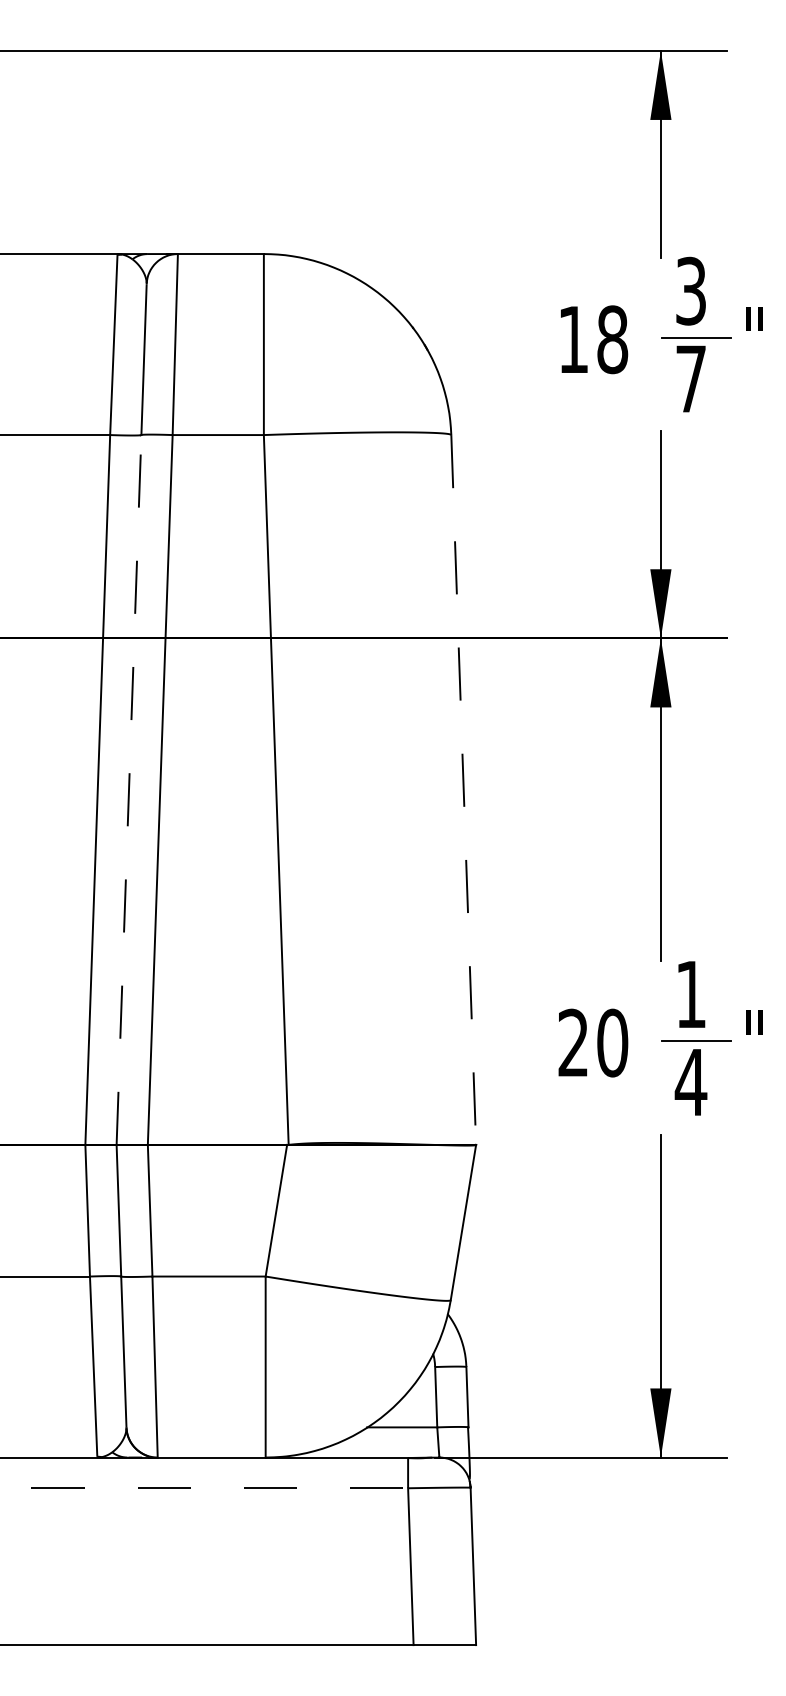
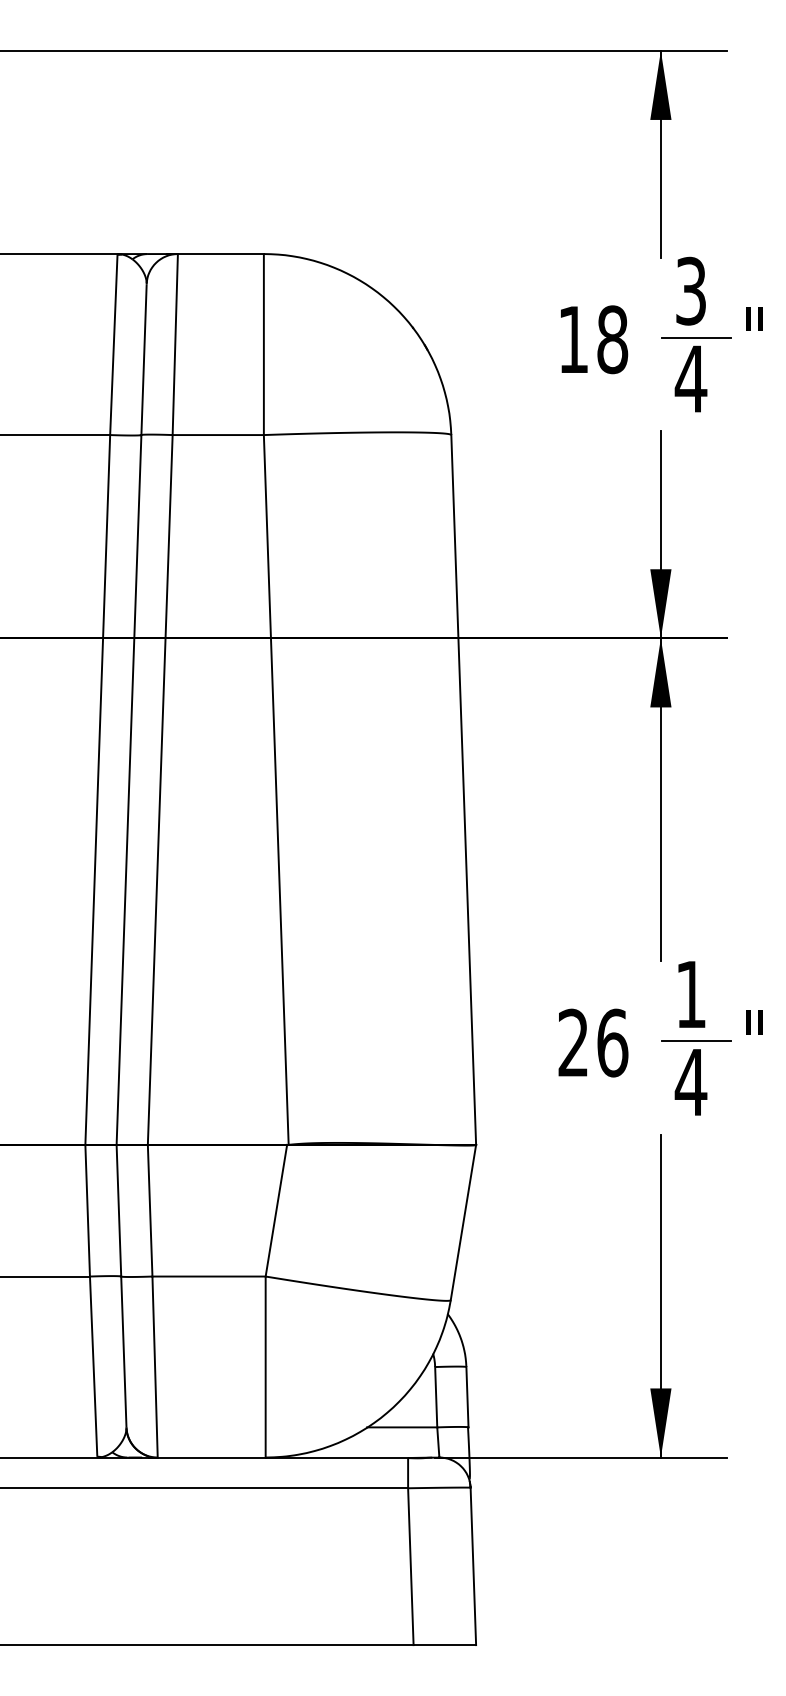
text at (690, 378): 7 -> 4
line at (129, 789): dashed -> solid
line at (463, 790): dashed -> solid
text at (612, 1042): 20 -> 26
line at (204, 1488): dashed -> solid
